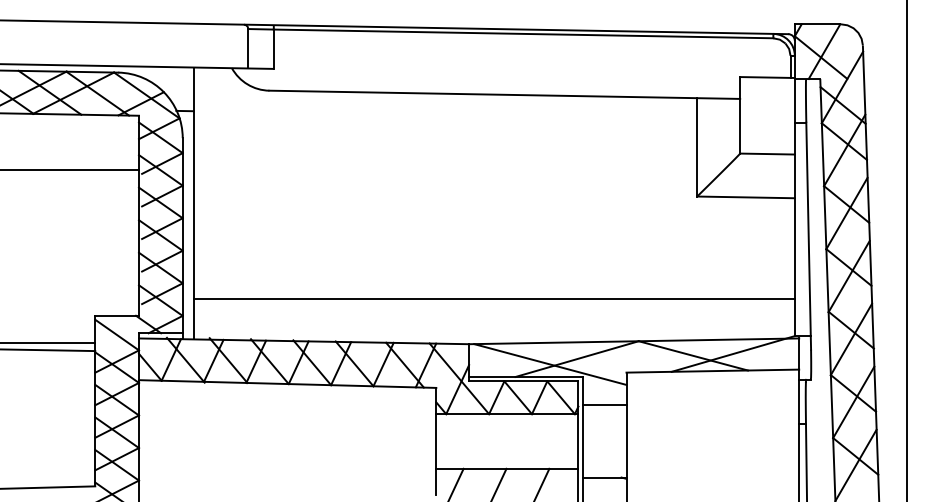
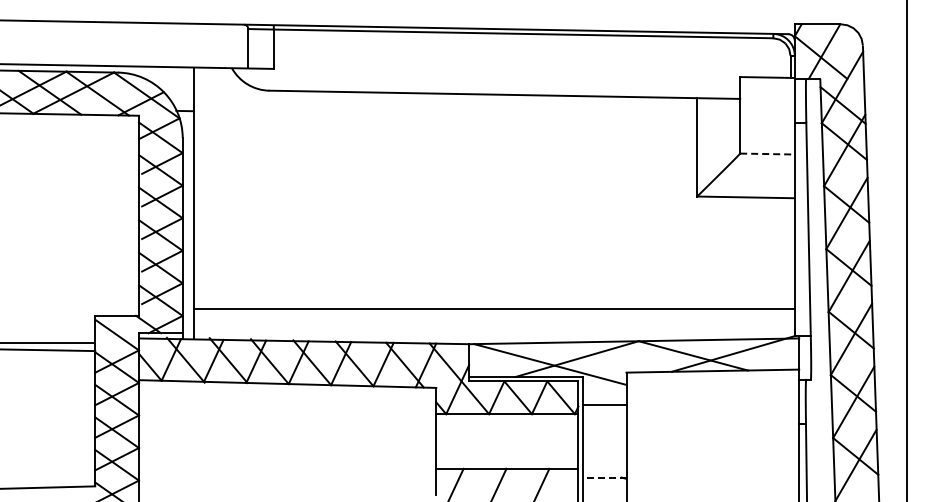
line at (767, 154): solid -> dashed
line at (70, 169): present -> none
line at (493, 299) position: (493, 299) -> (493, 309)
line at (604, 477): solid -> dashed
